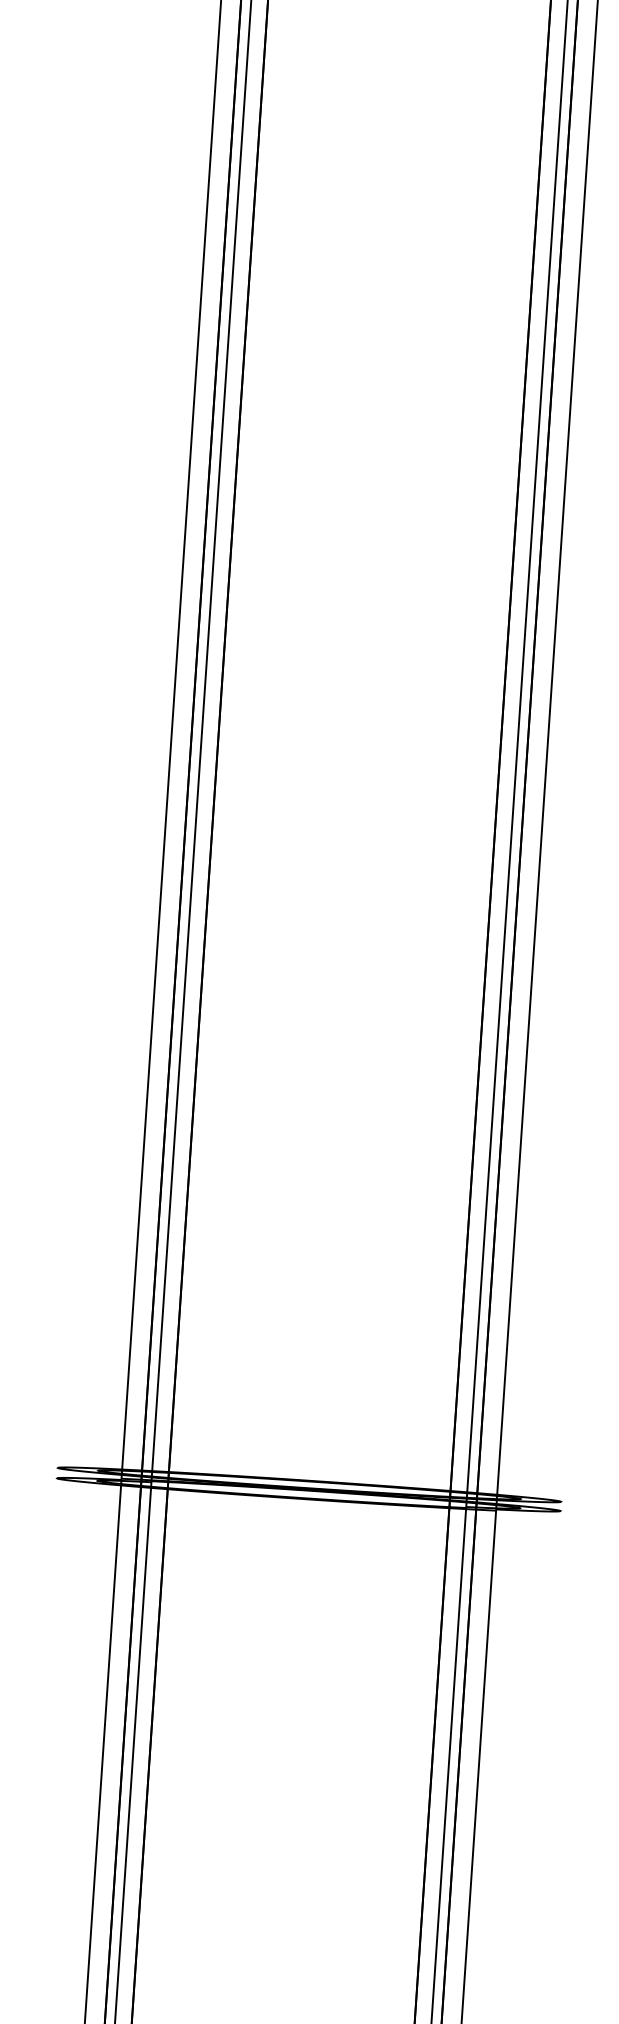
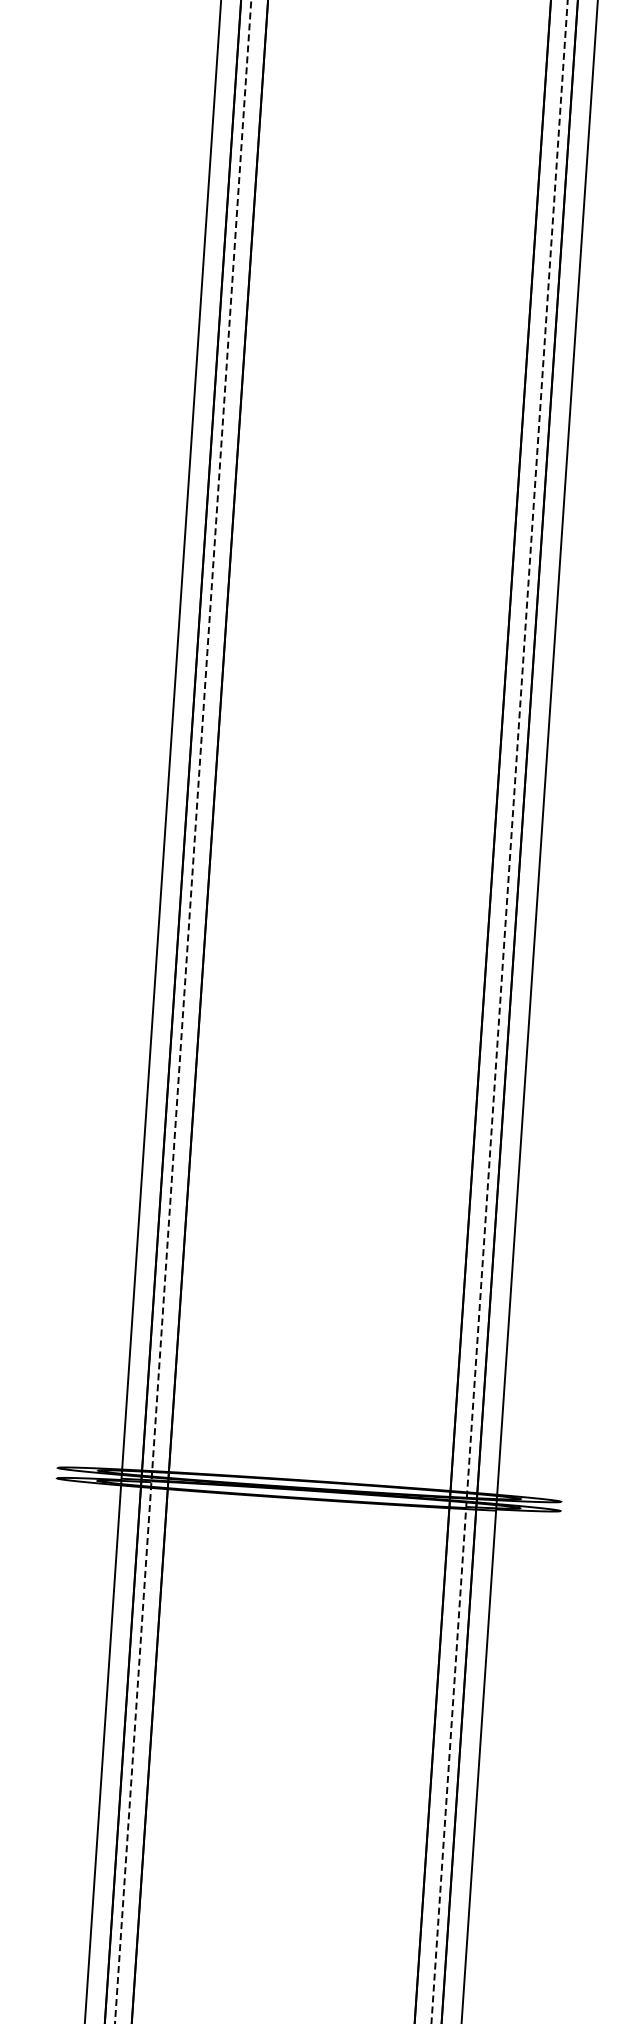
line at (499, 1011): solid -> dashed
line at (183, 1012): solid -> dashed
